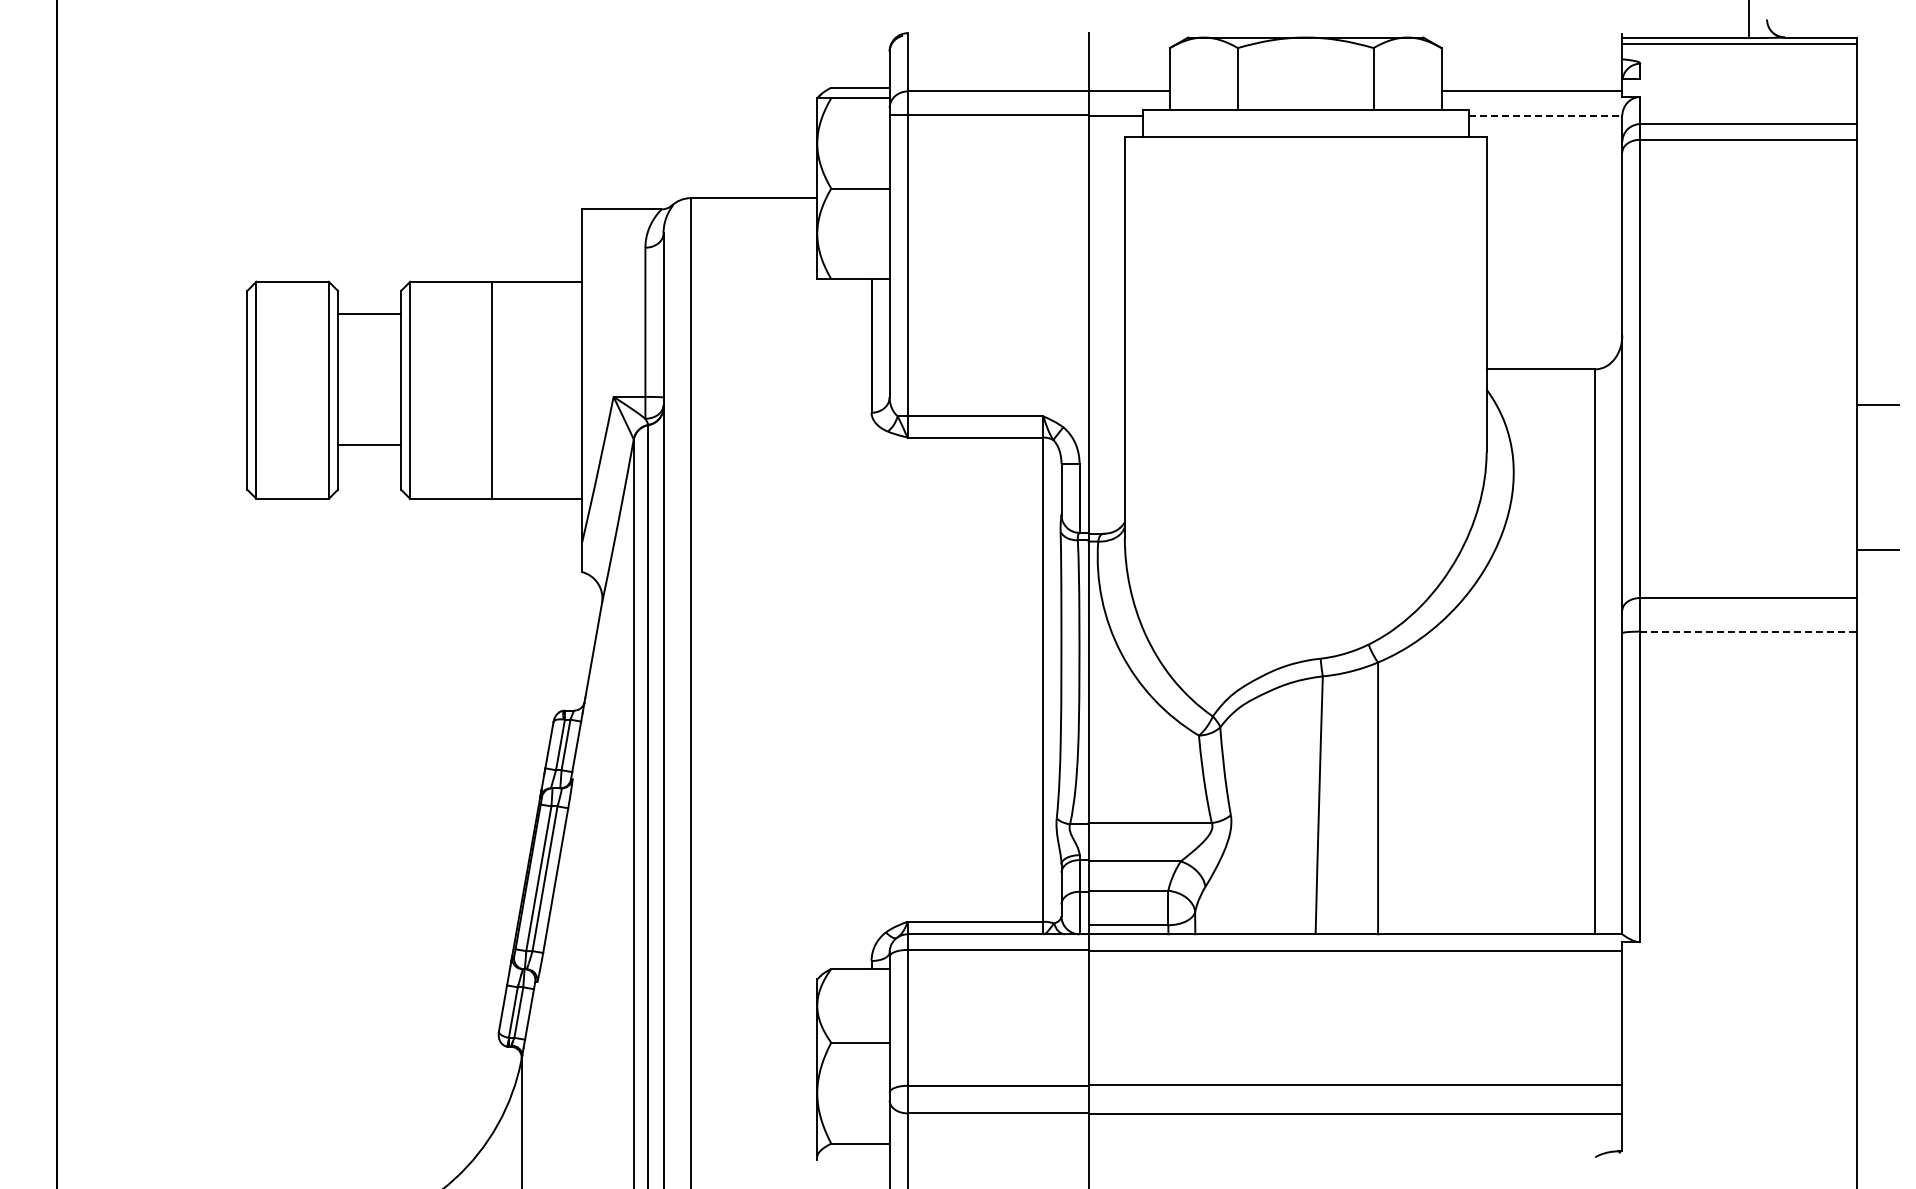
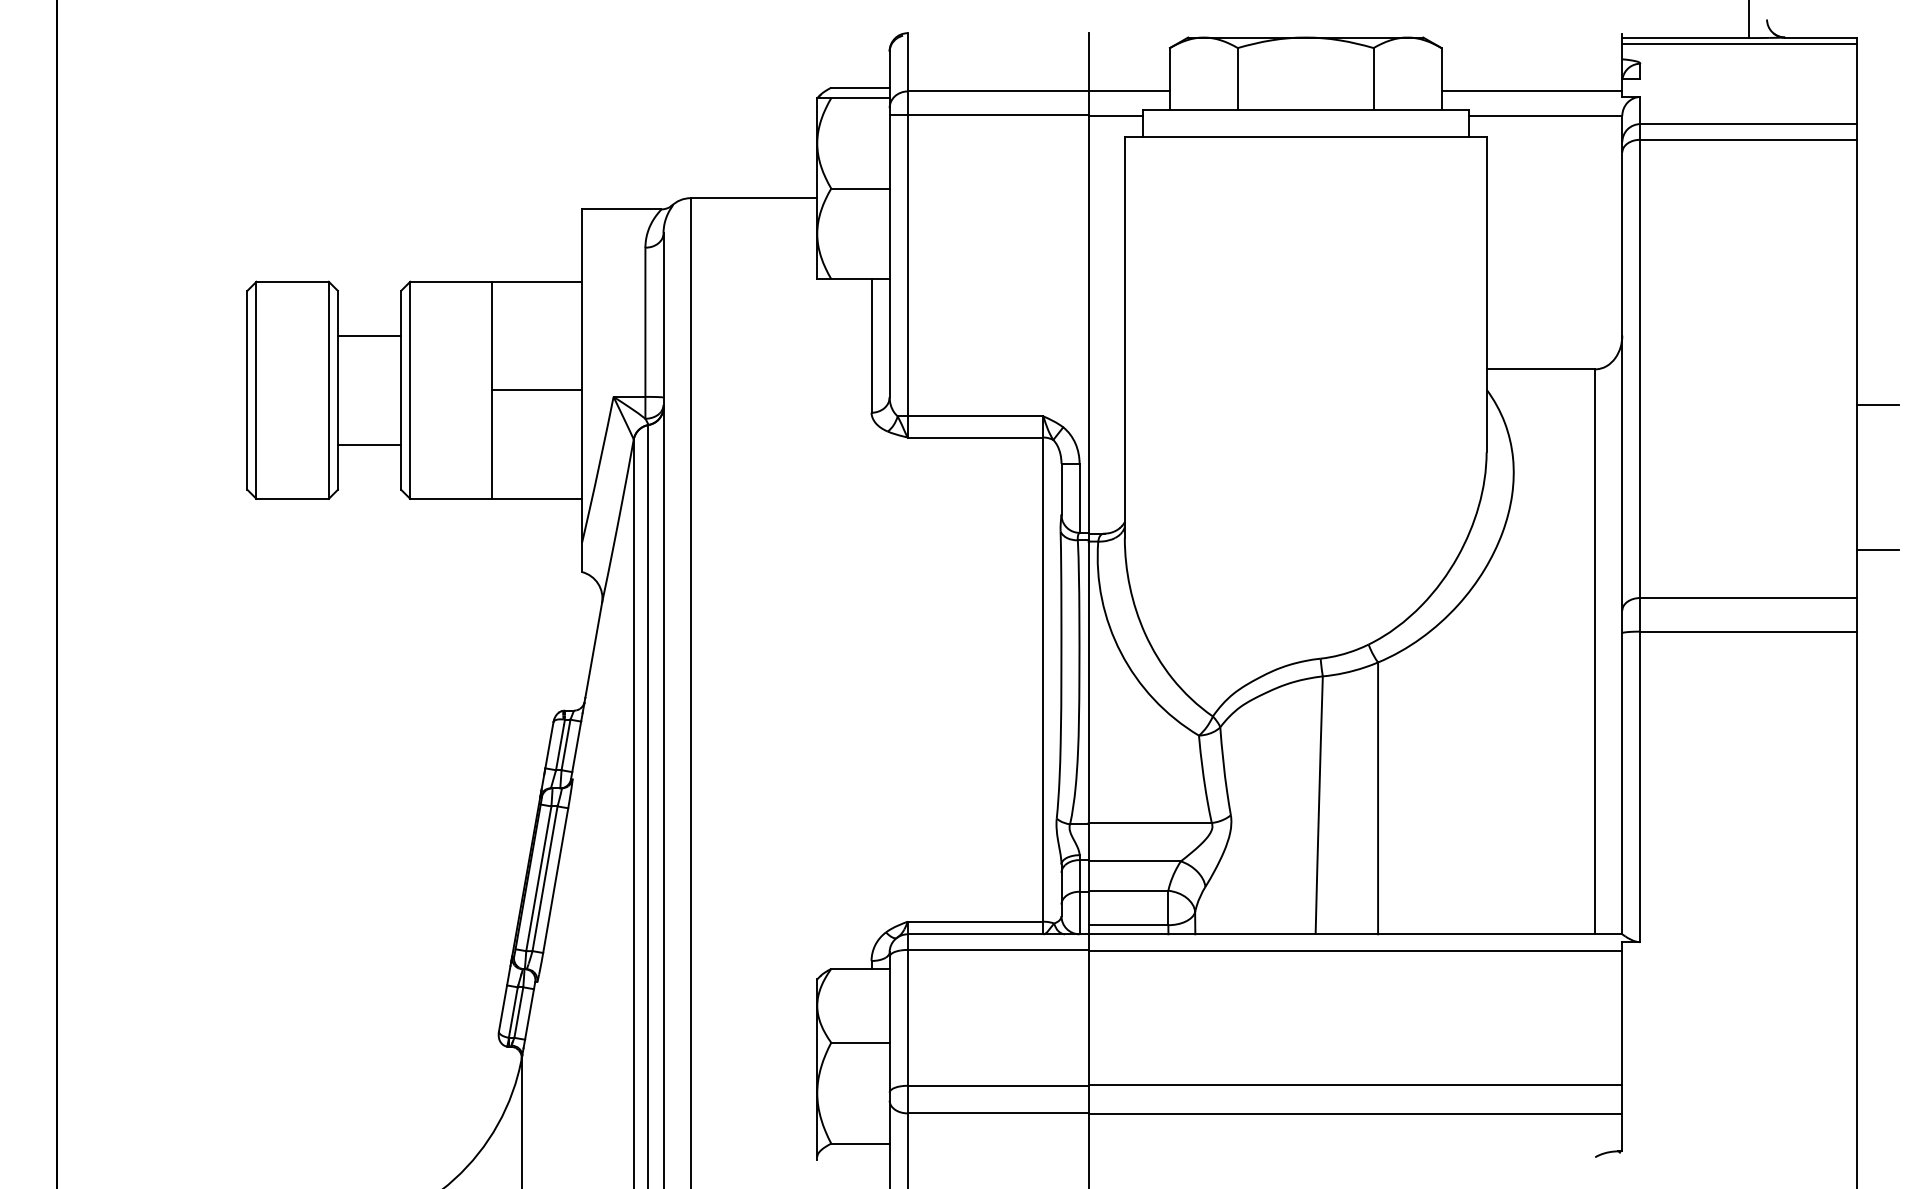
line at (1545, 116): dashed -> solid
line at (369, 314) position: (369, 314) -> (369, 336)
line at (536, 390): none -> present
line at (1748, 631): dashed -> solid
